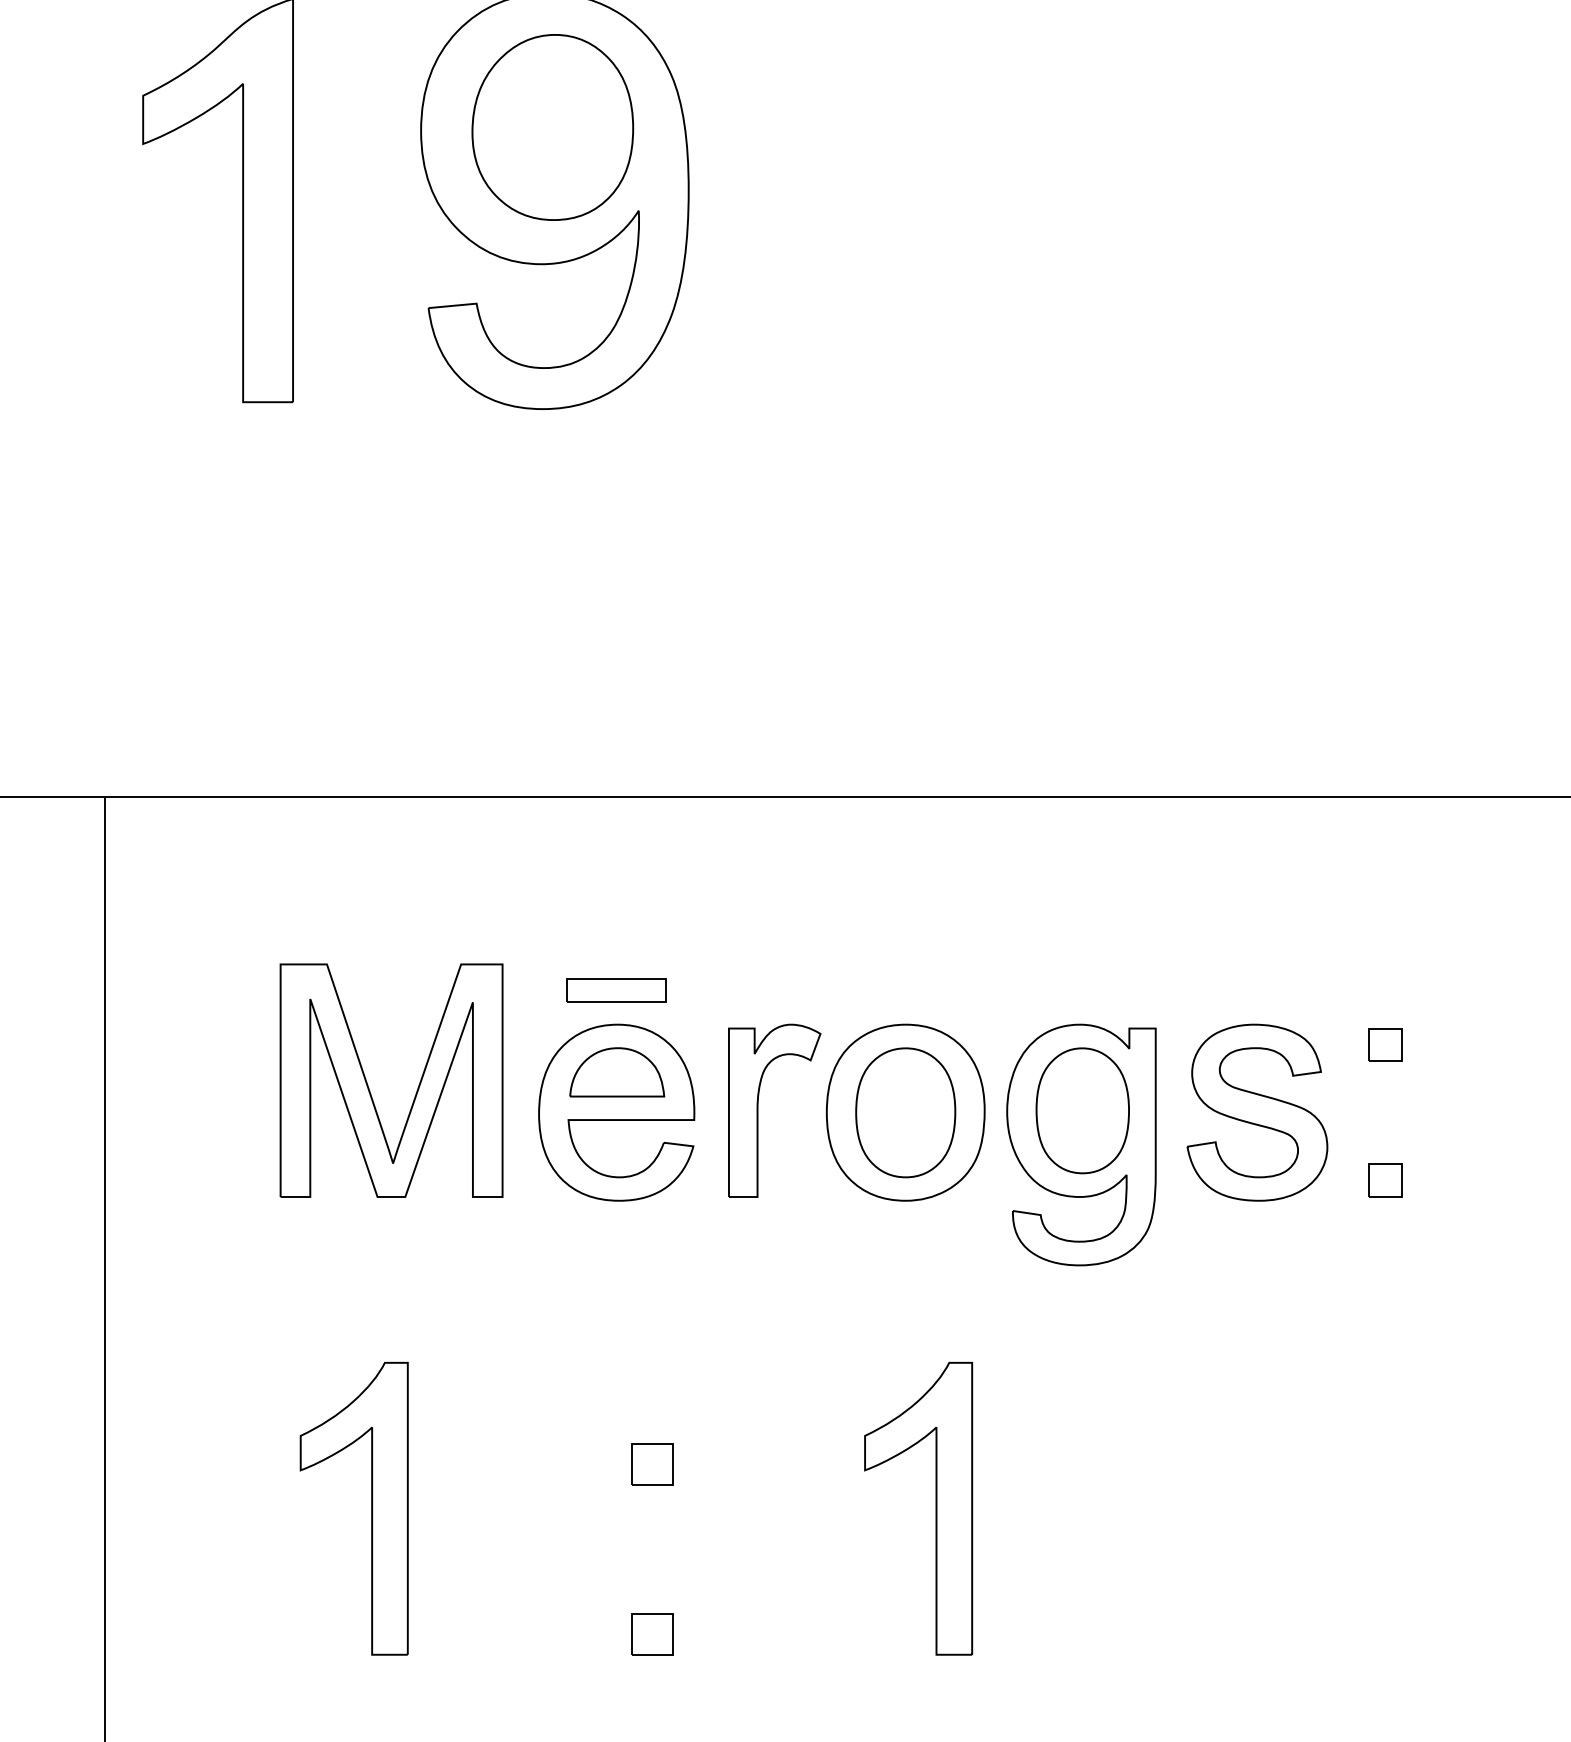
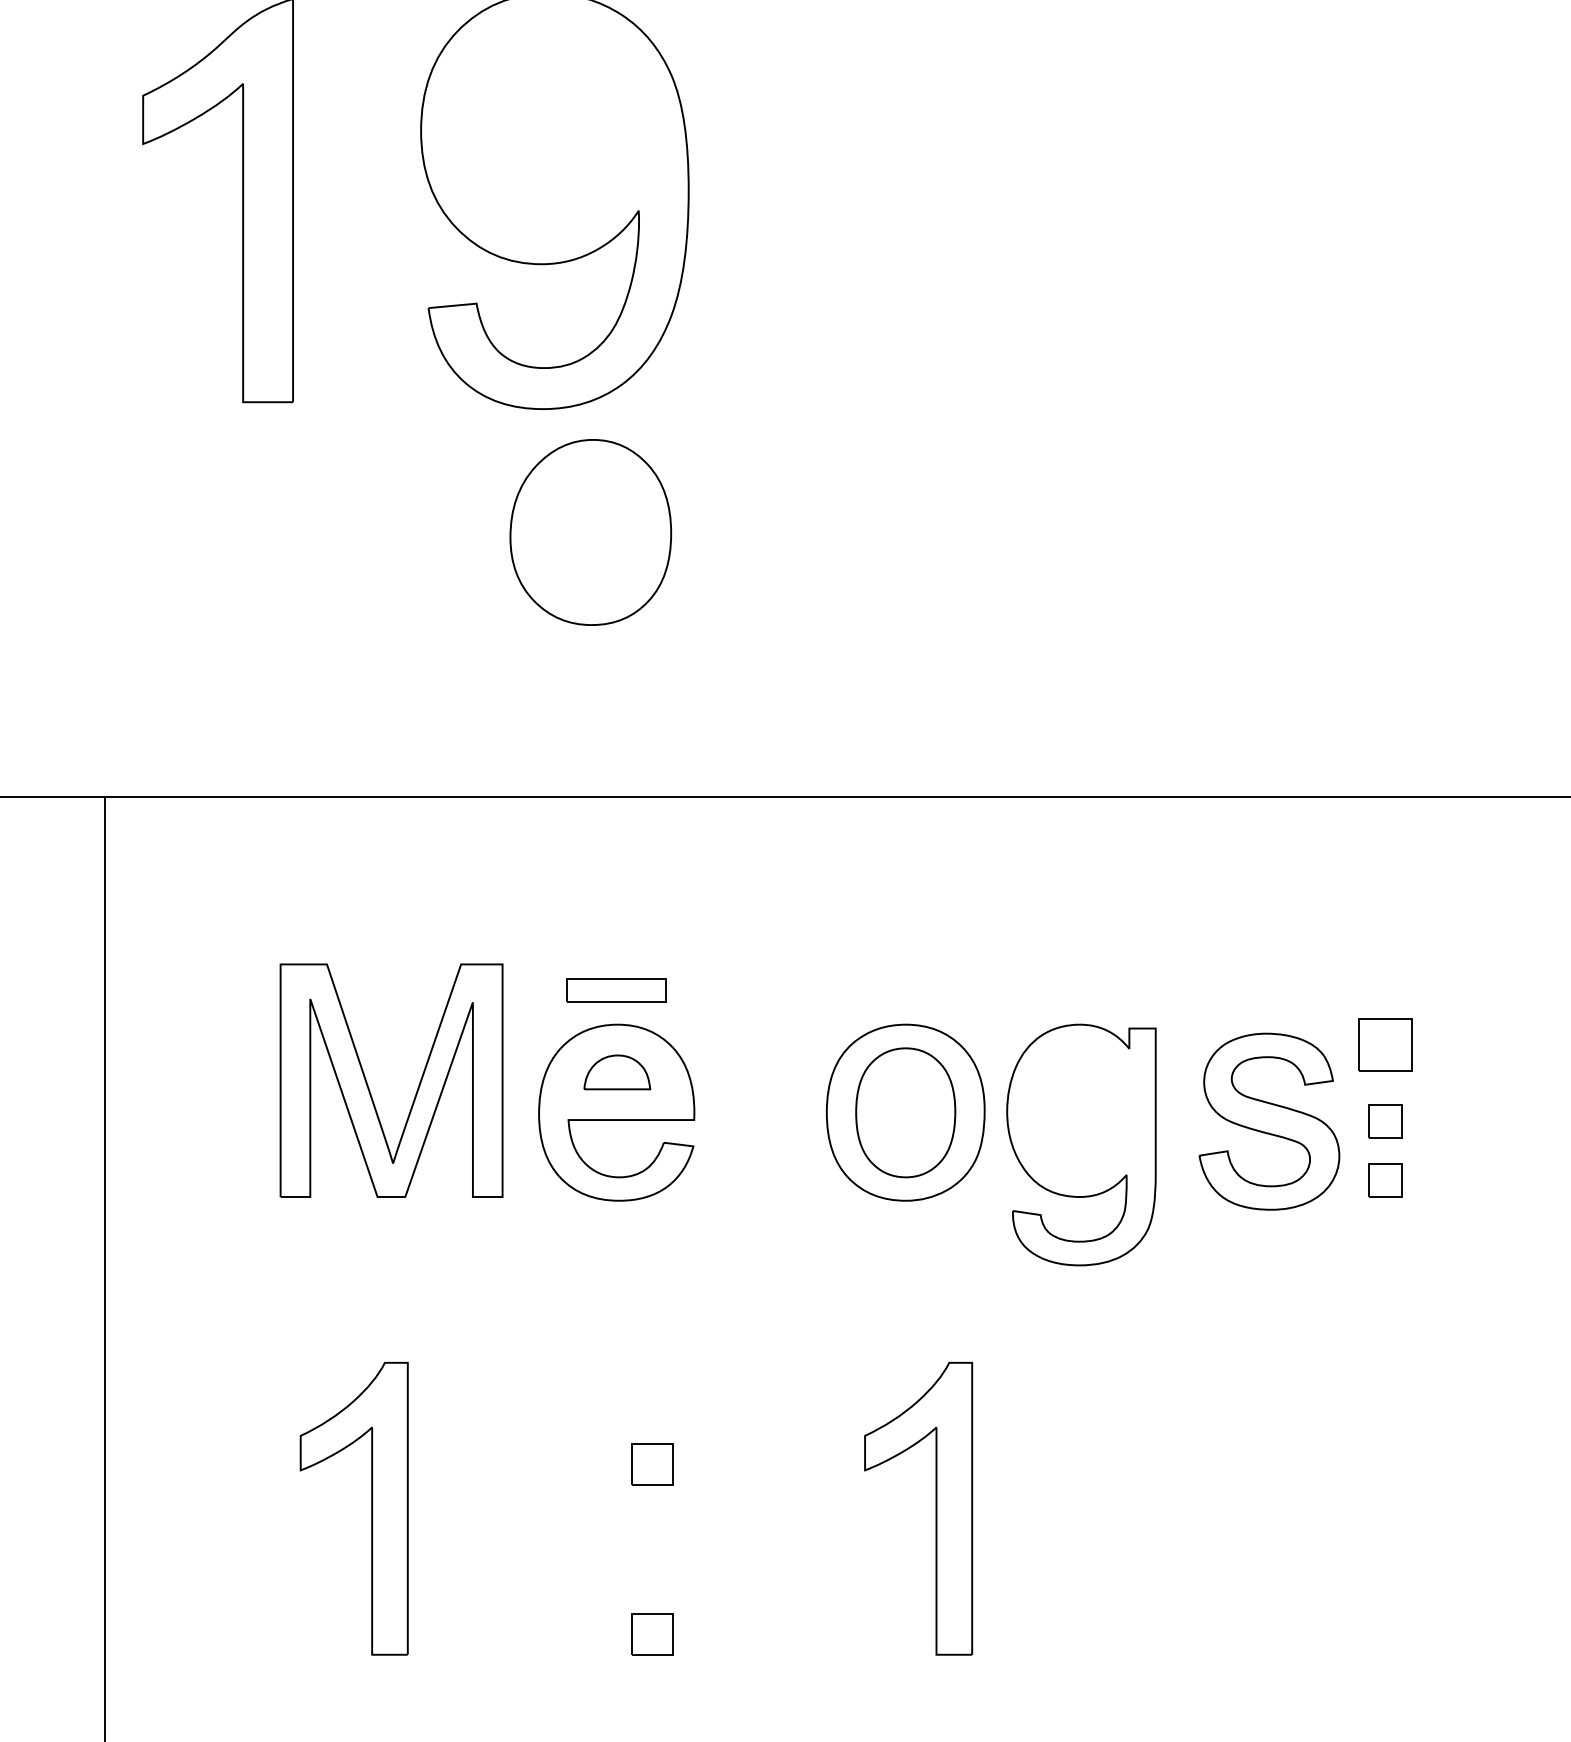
part at (552, 127) position: (552, 127) -> (590, 532)
part at (1385, 1044) size: 35x34 px -> 55x54 px
part at (617, 1072) size: 97x51 px -> 69x37 px
part at (758, 1110): present -> none
part at (1082, 1110): present -> none
part at (1257, 1112) position: (1257, 1112) -> (1269, 1121)
part at (1385, 1121): none -> present
